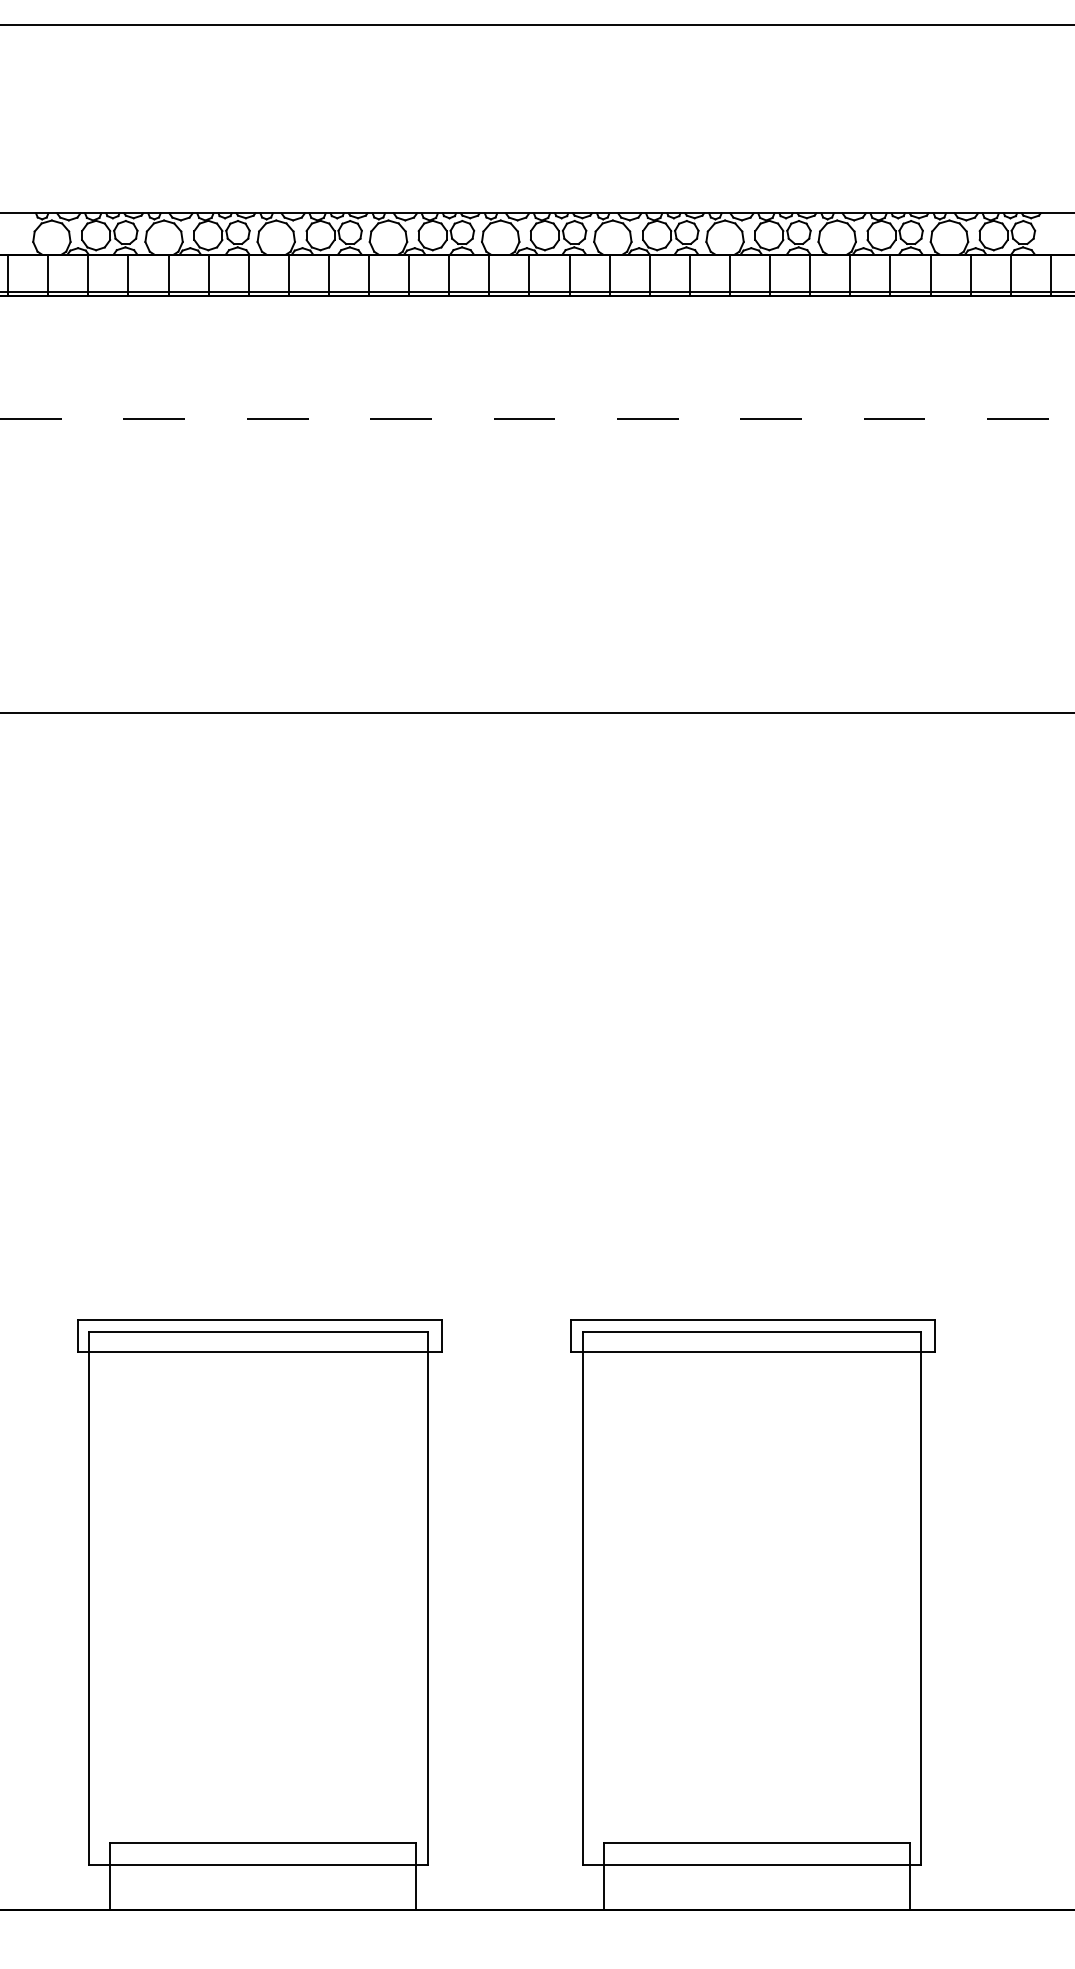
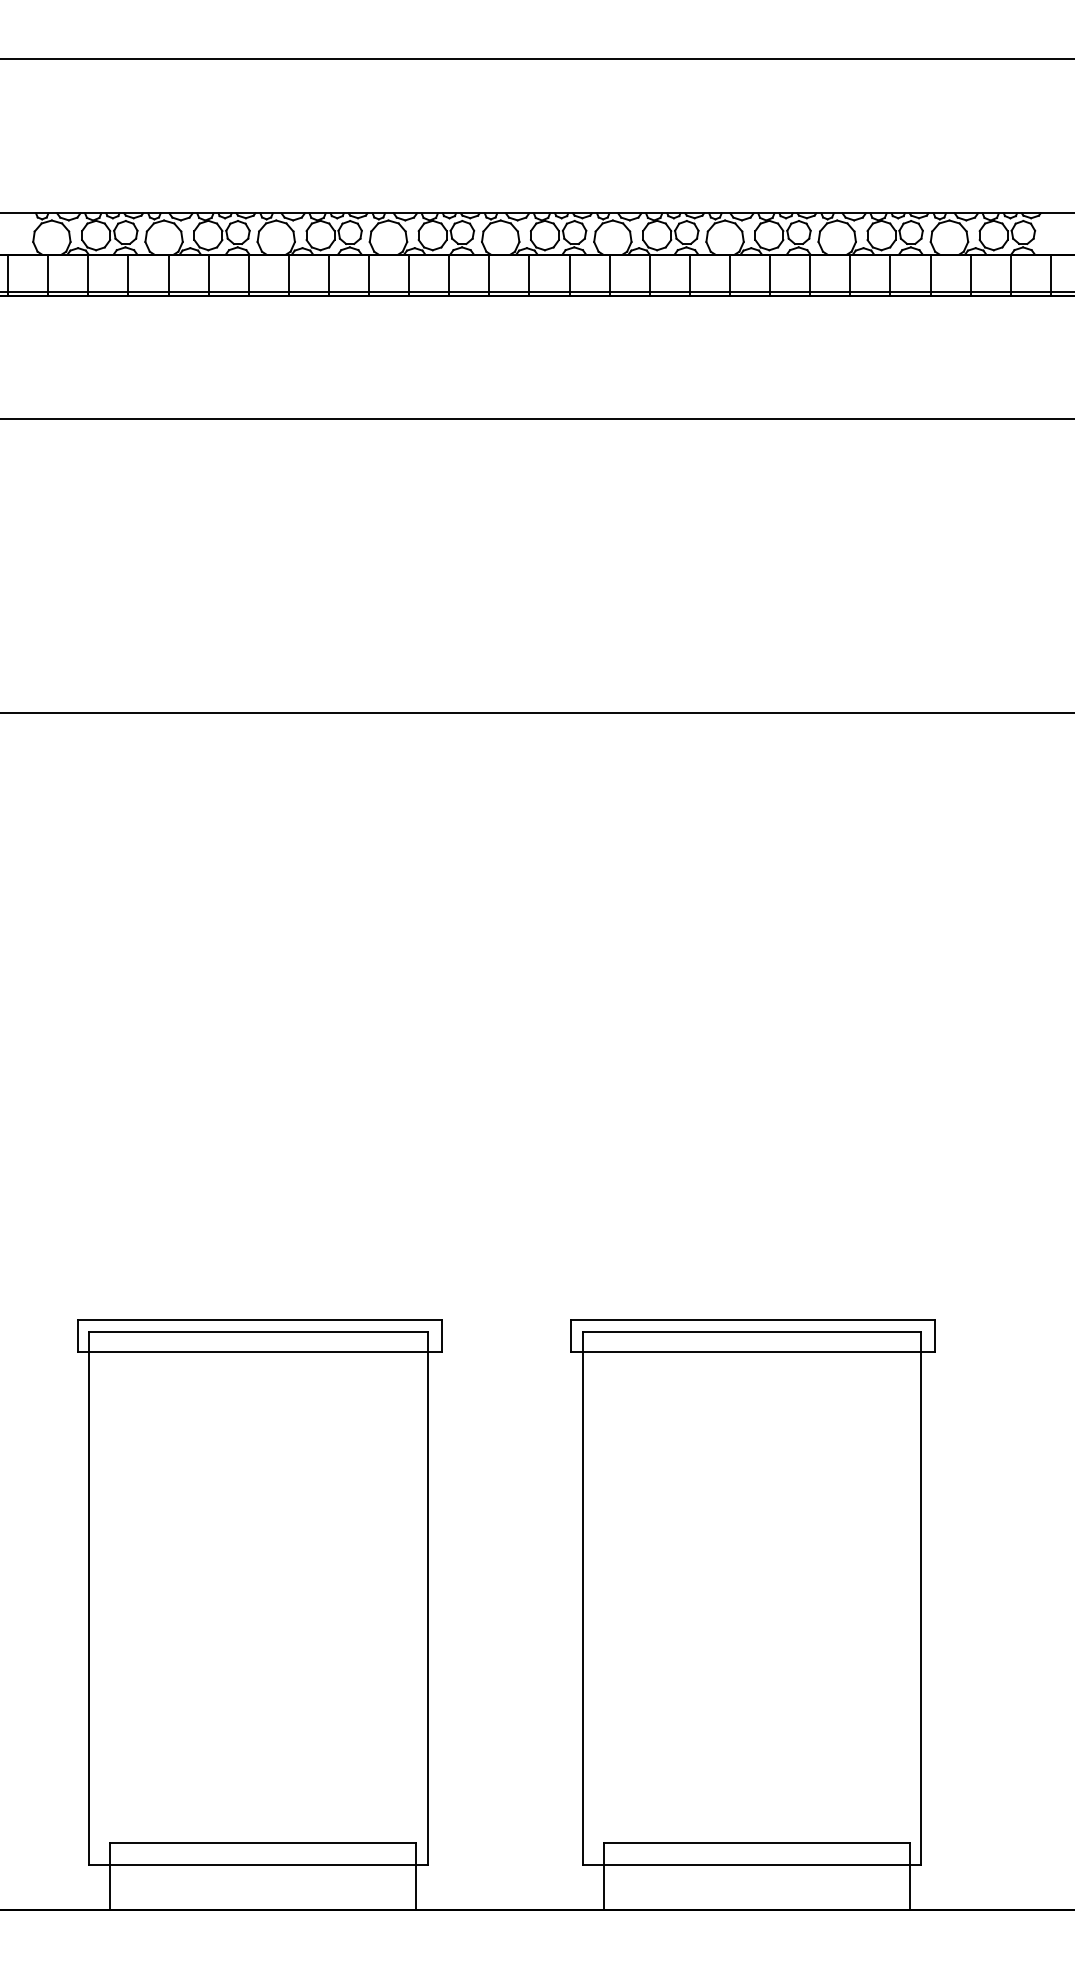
line at (536, 25) position: (536, 25) -> (536, 59)
line at (537, 419): dashed -> solid
